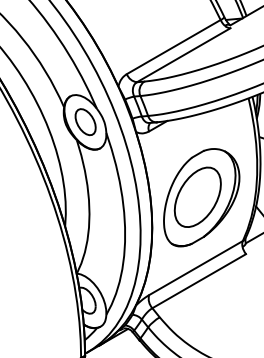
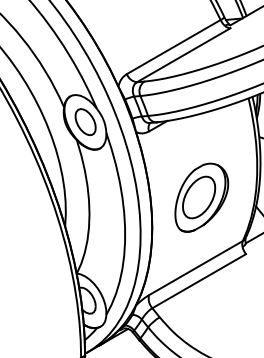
part at (201, 197) size: 78x100 px -> 56x71 px
